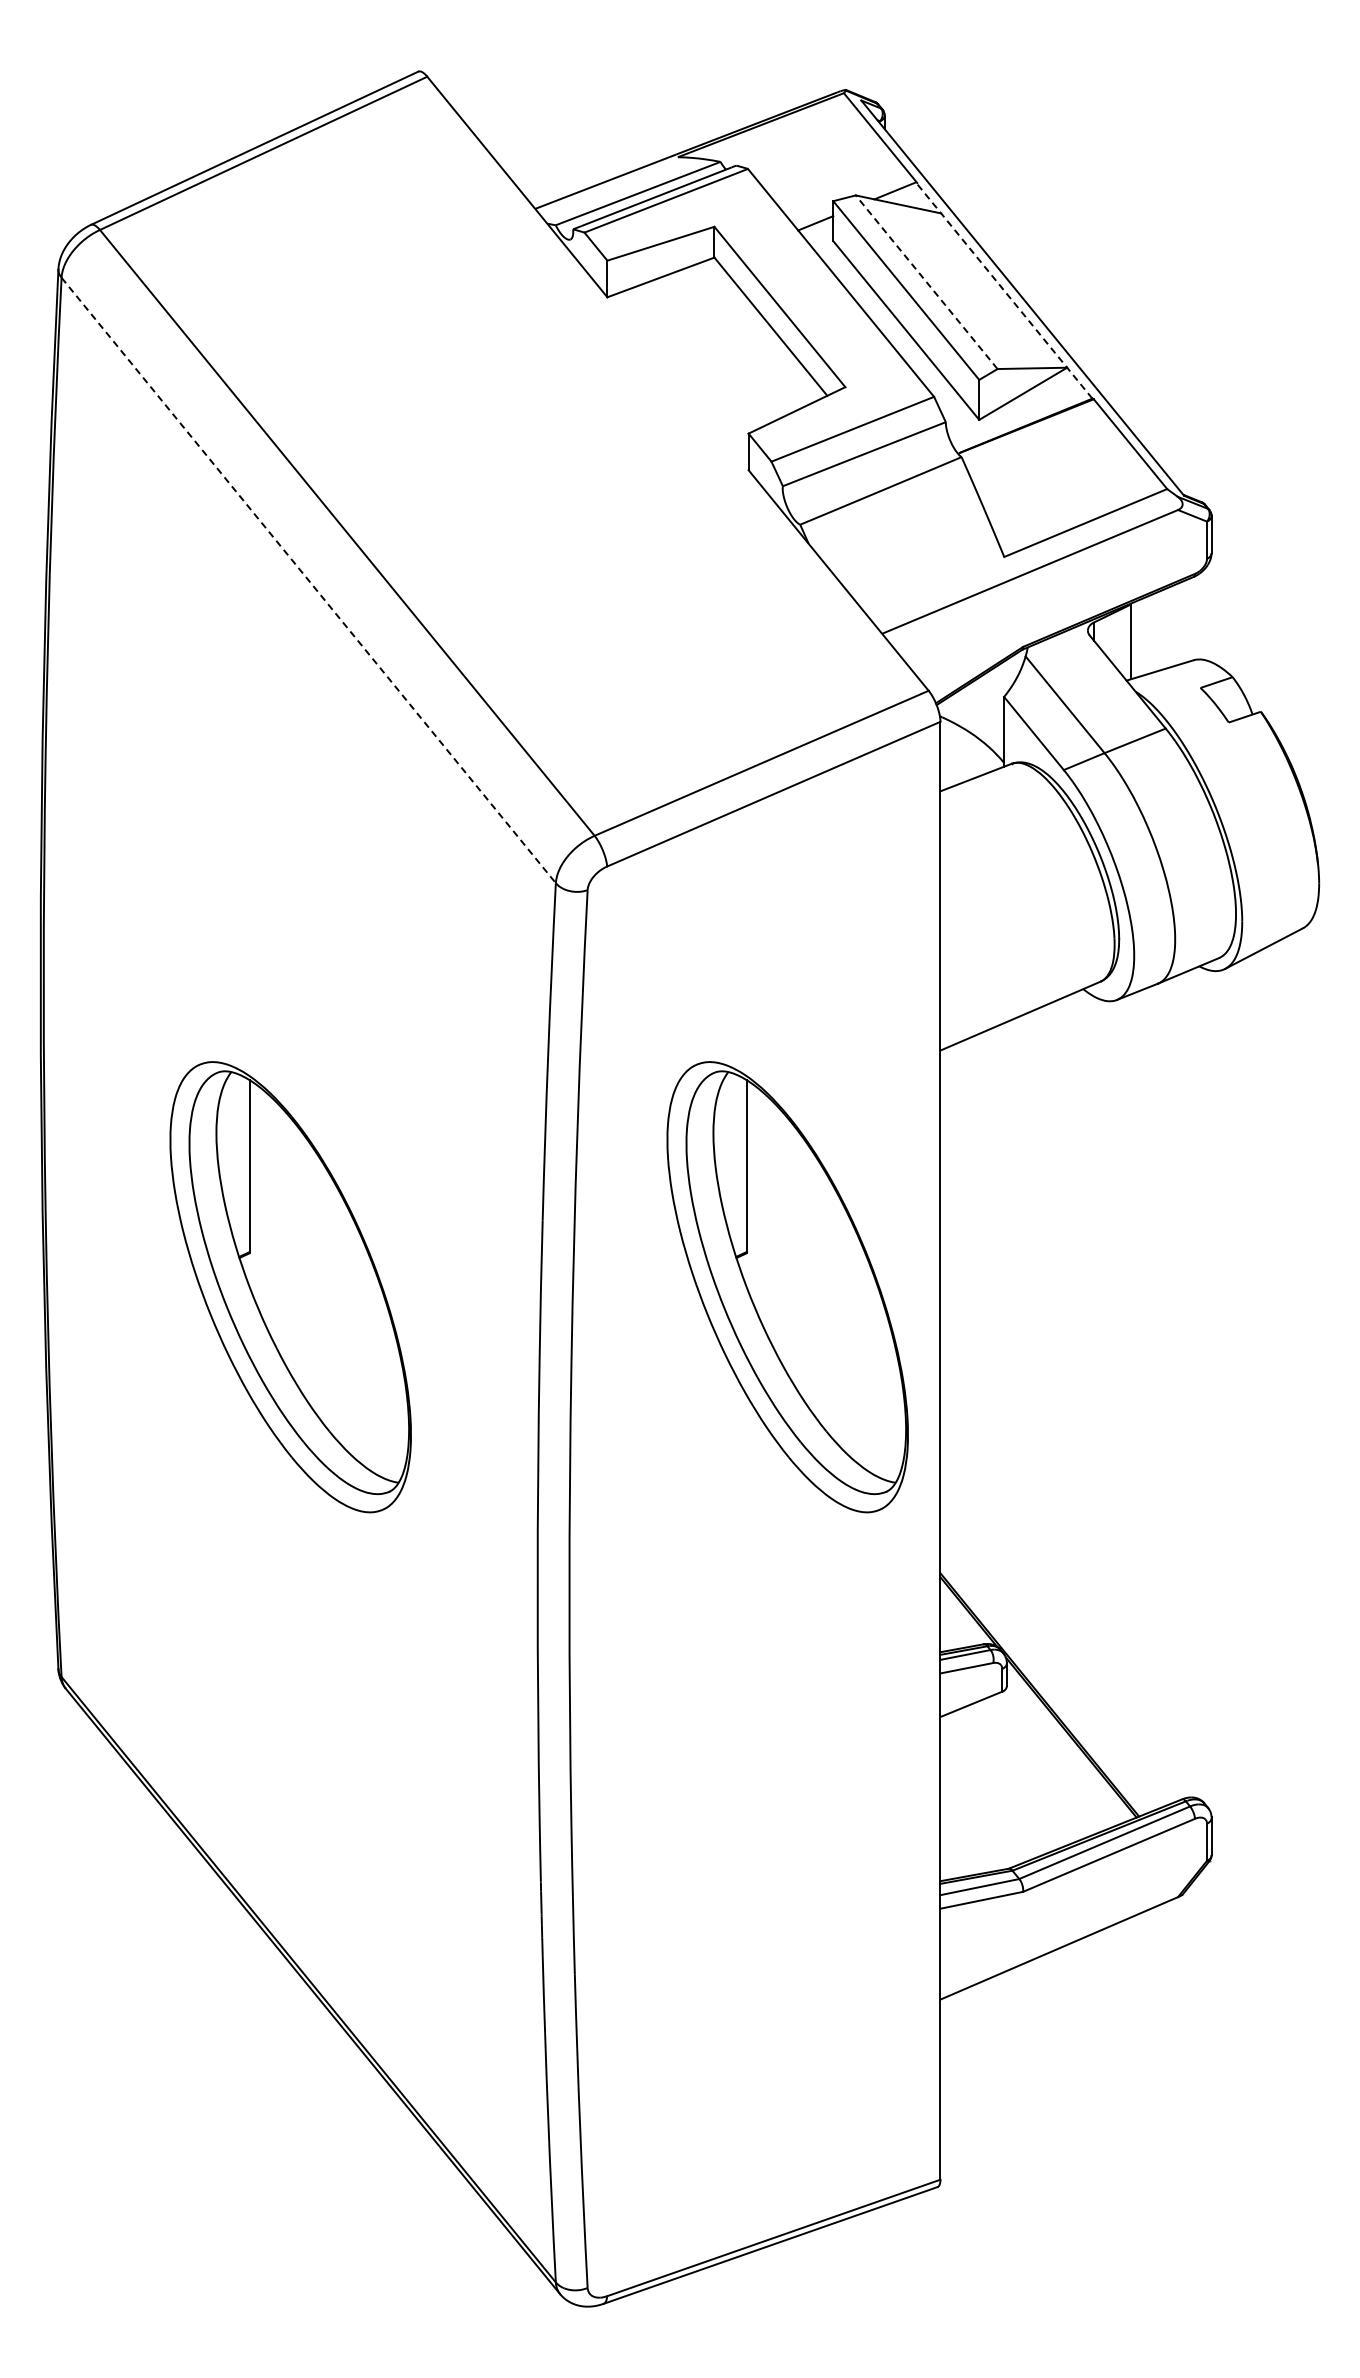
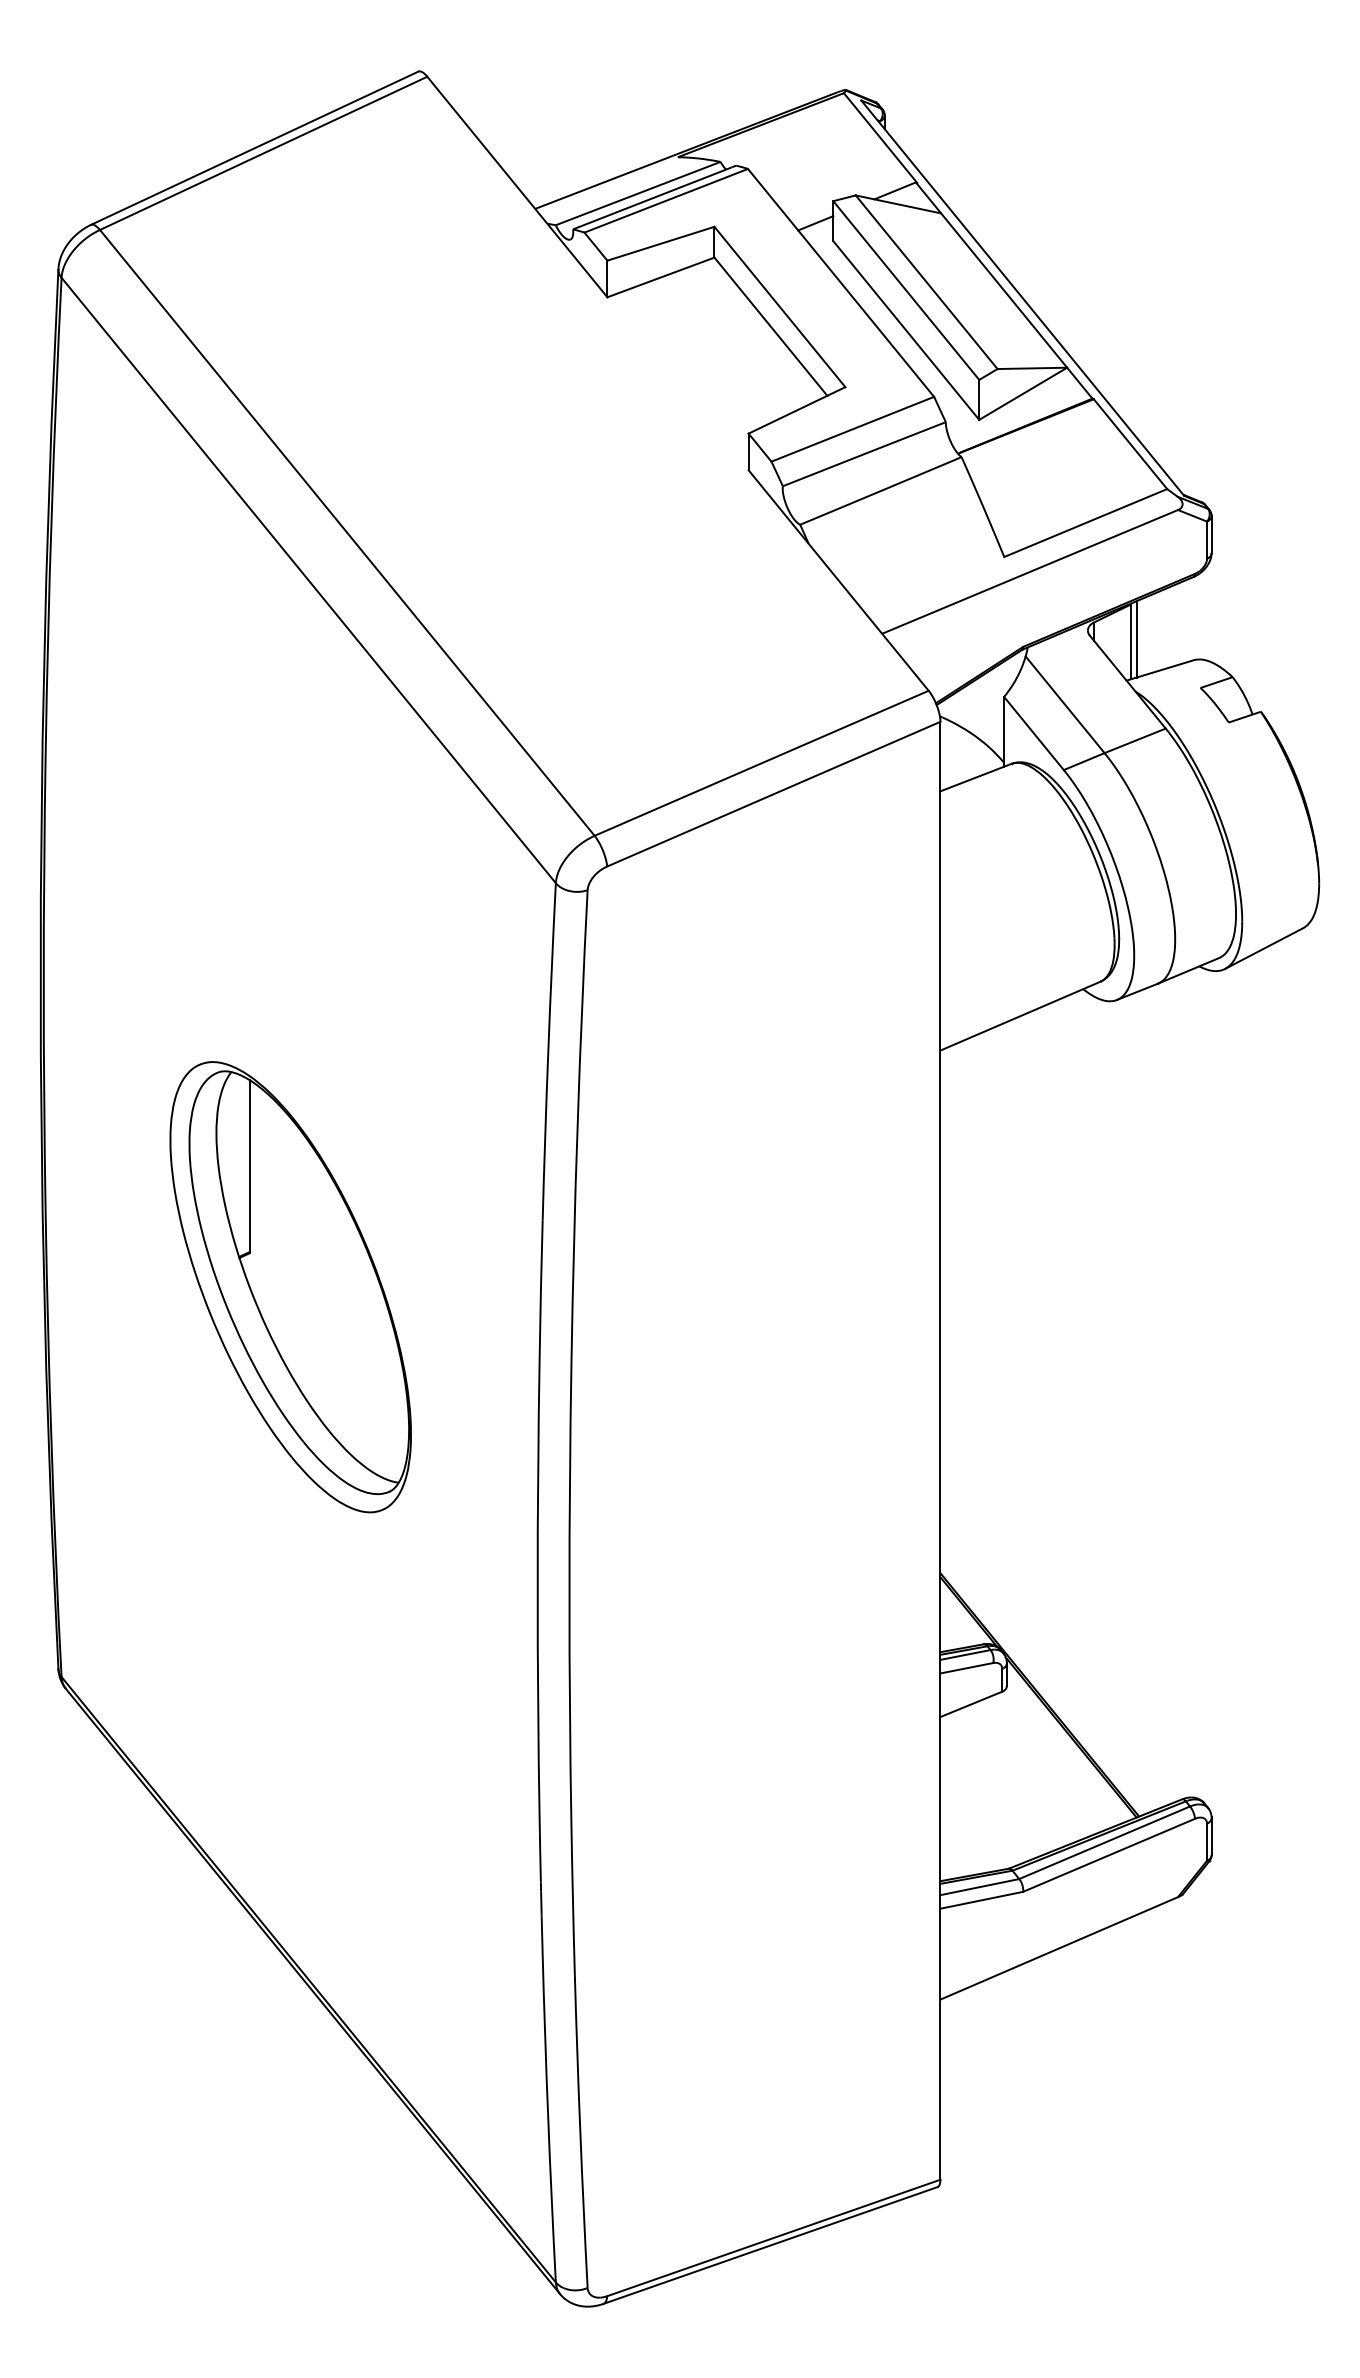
line at (926, 281): dashed -> solid
line at (1004, 290): dashed -> solid
line at (308, 580): dashed -> solid
line at (1136, 639): none -> present
part at (787, 1287): present -> none
